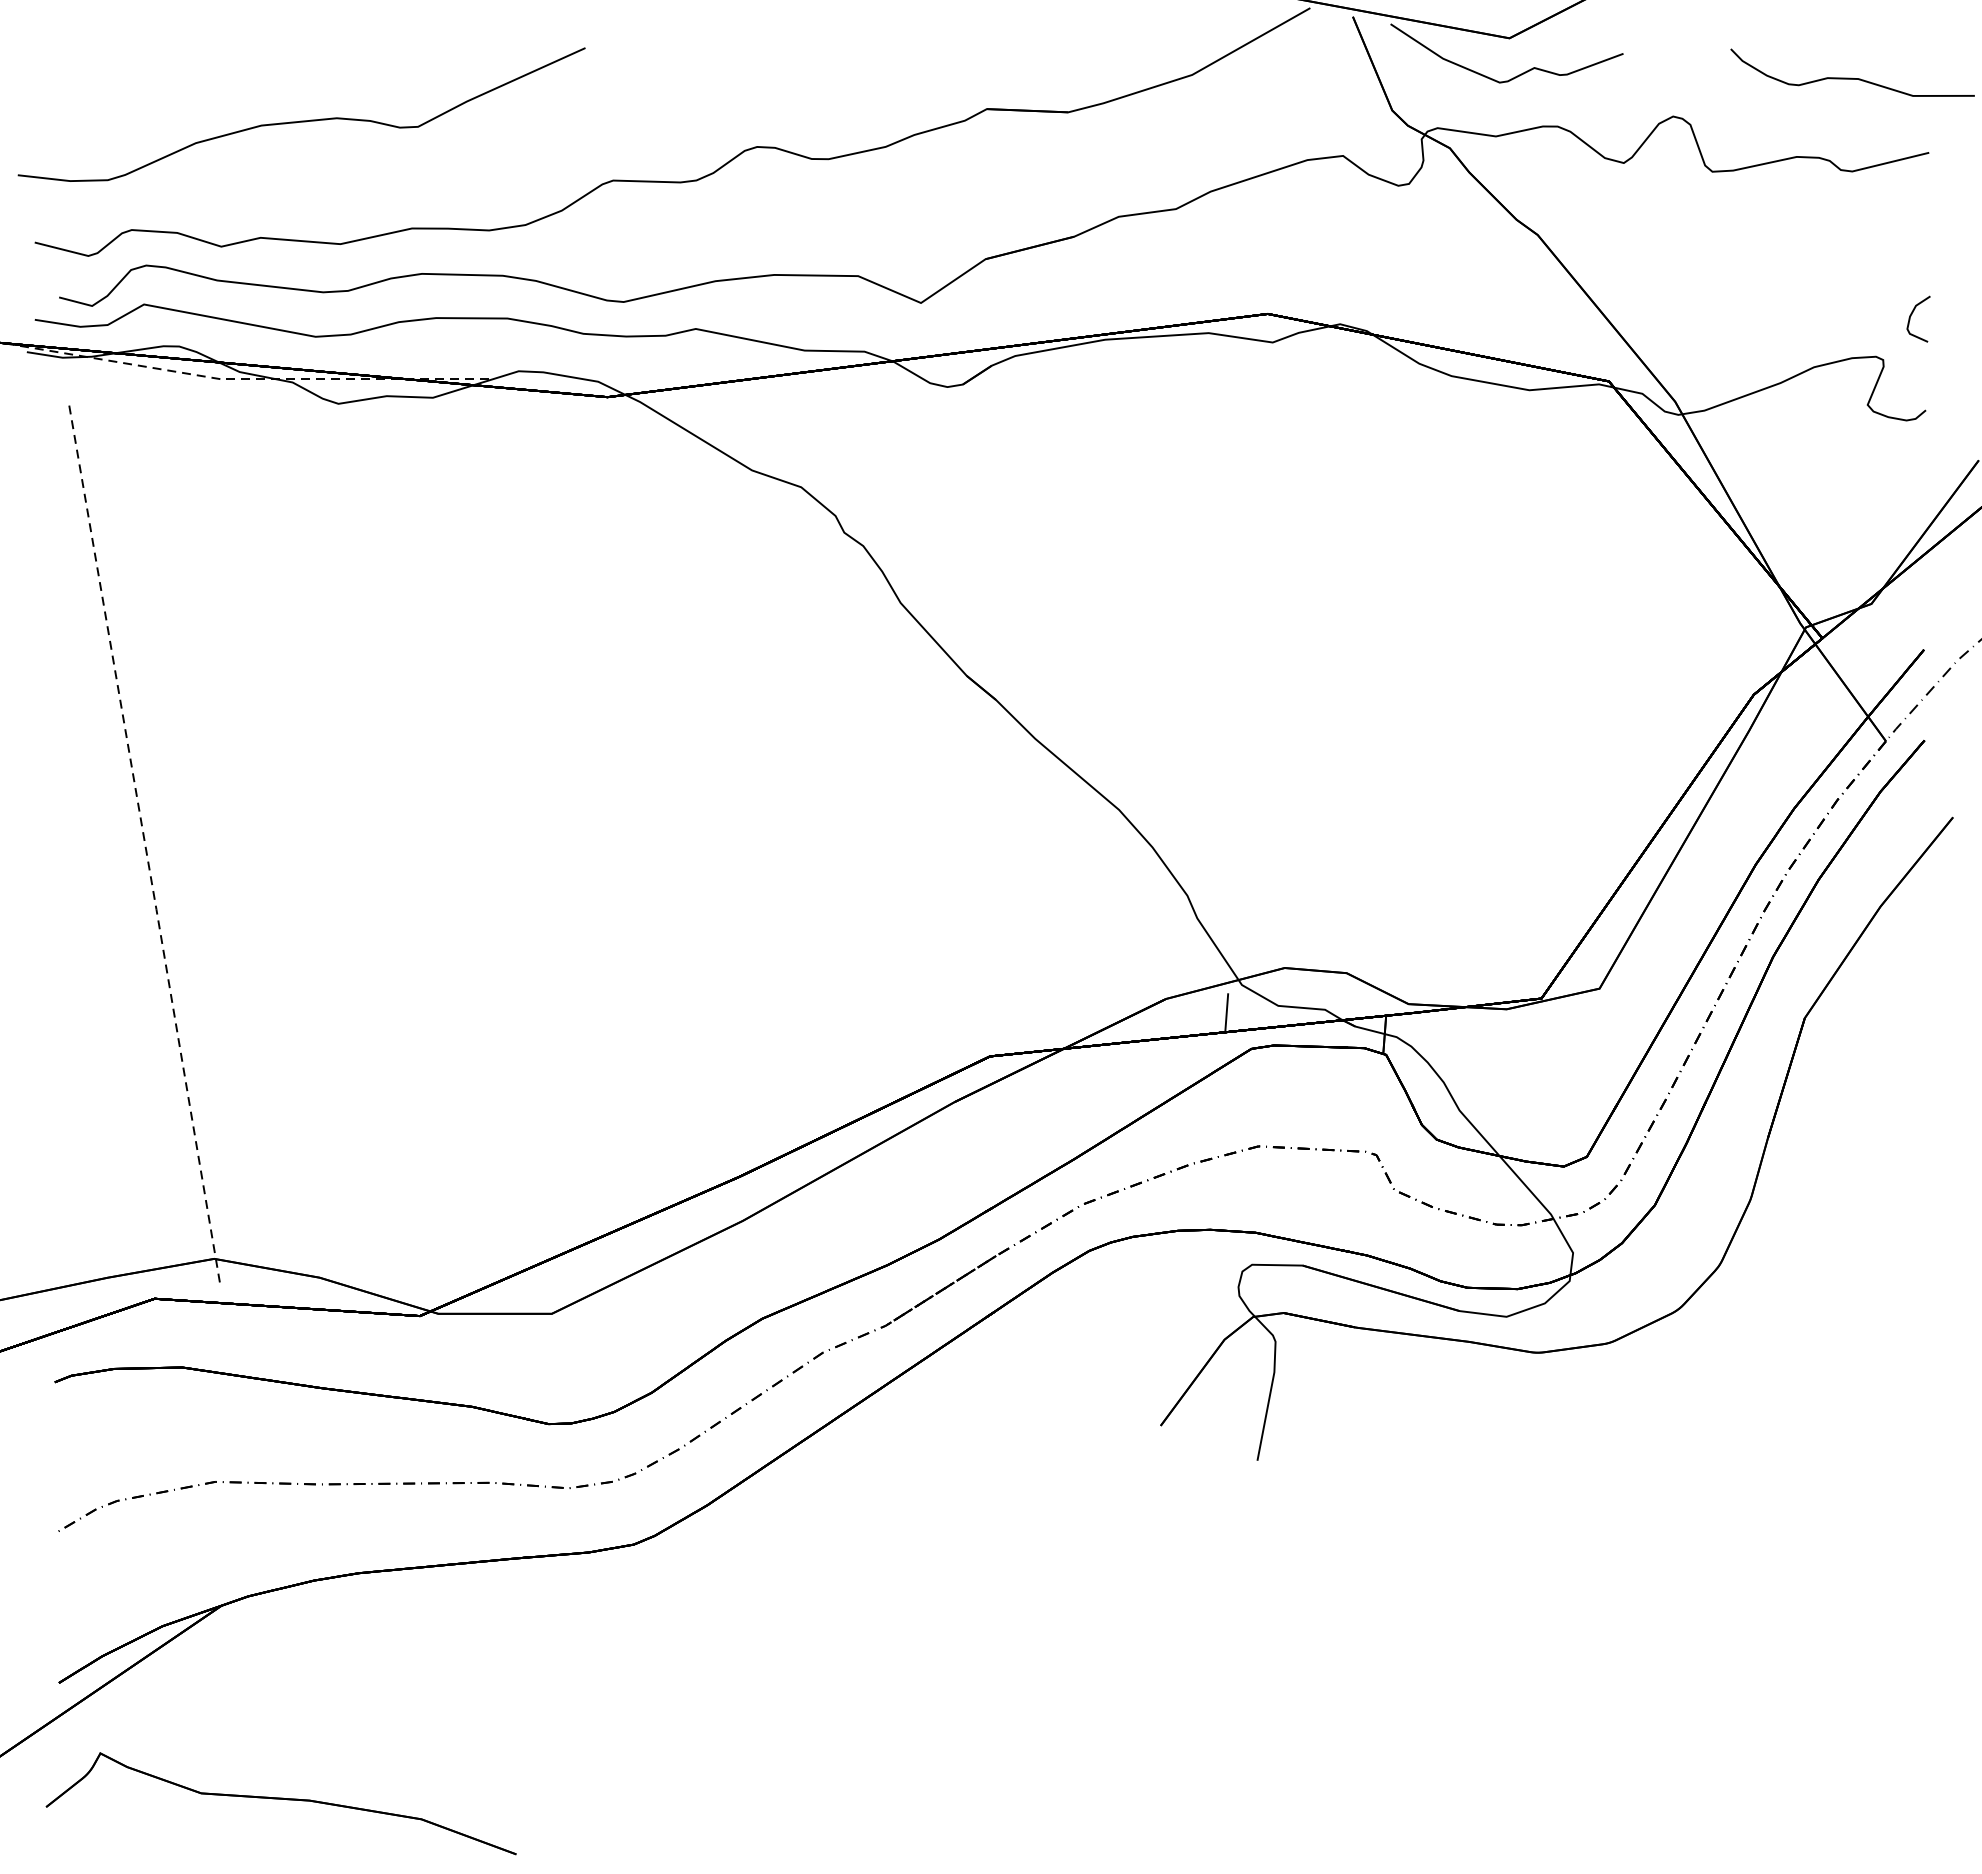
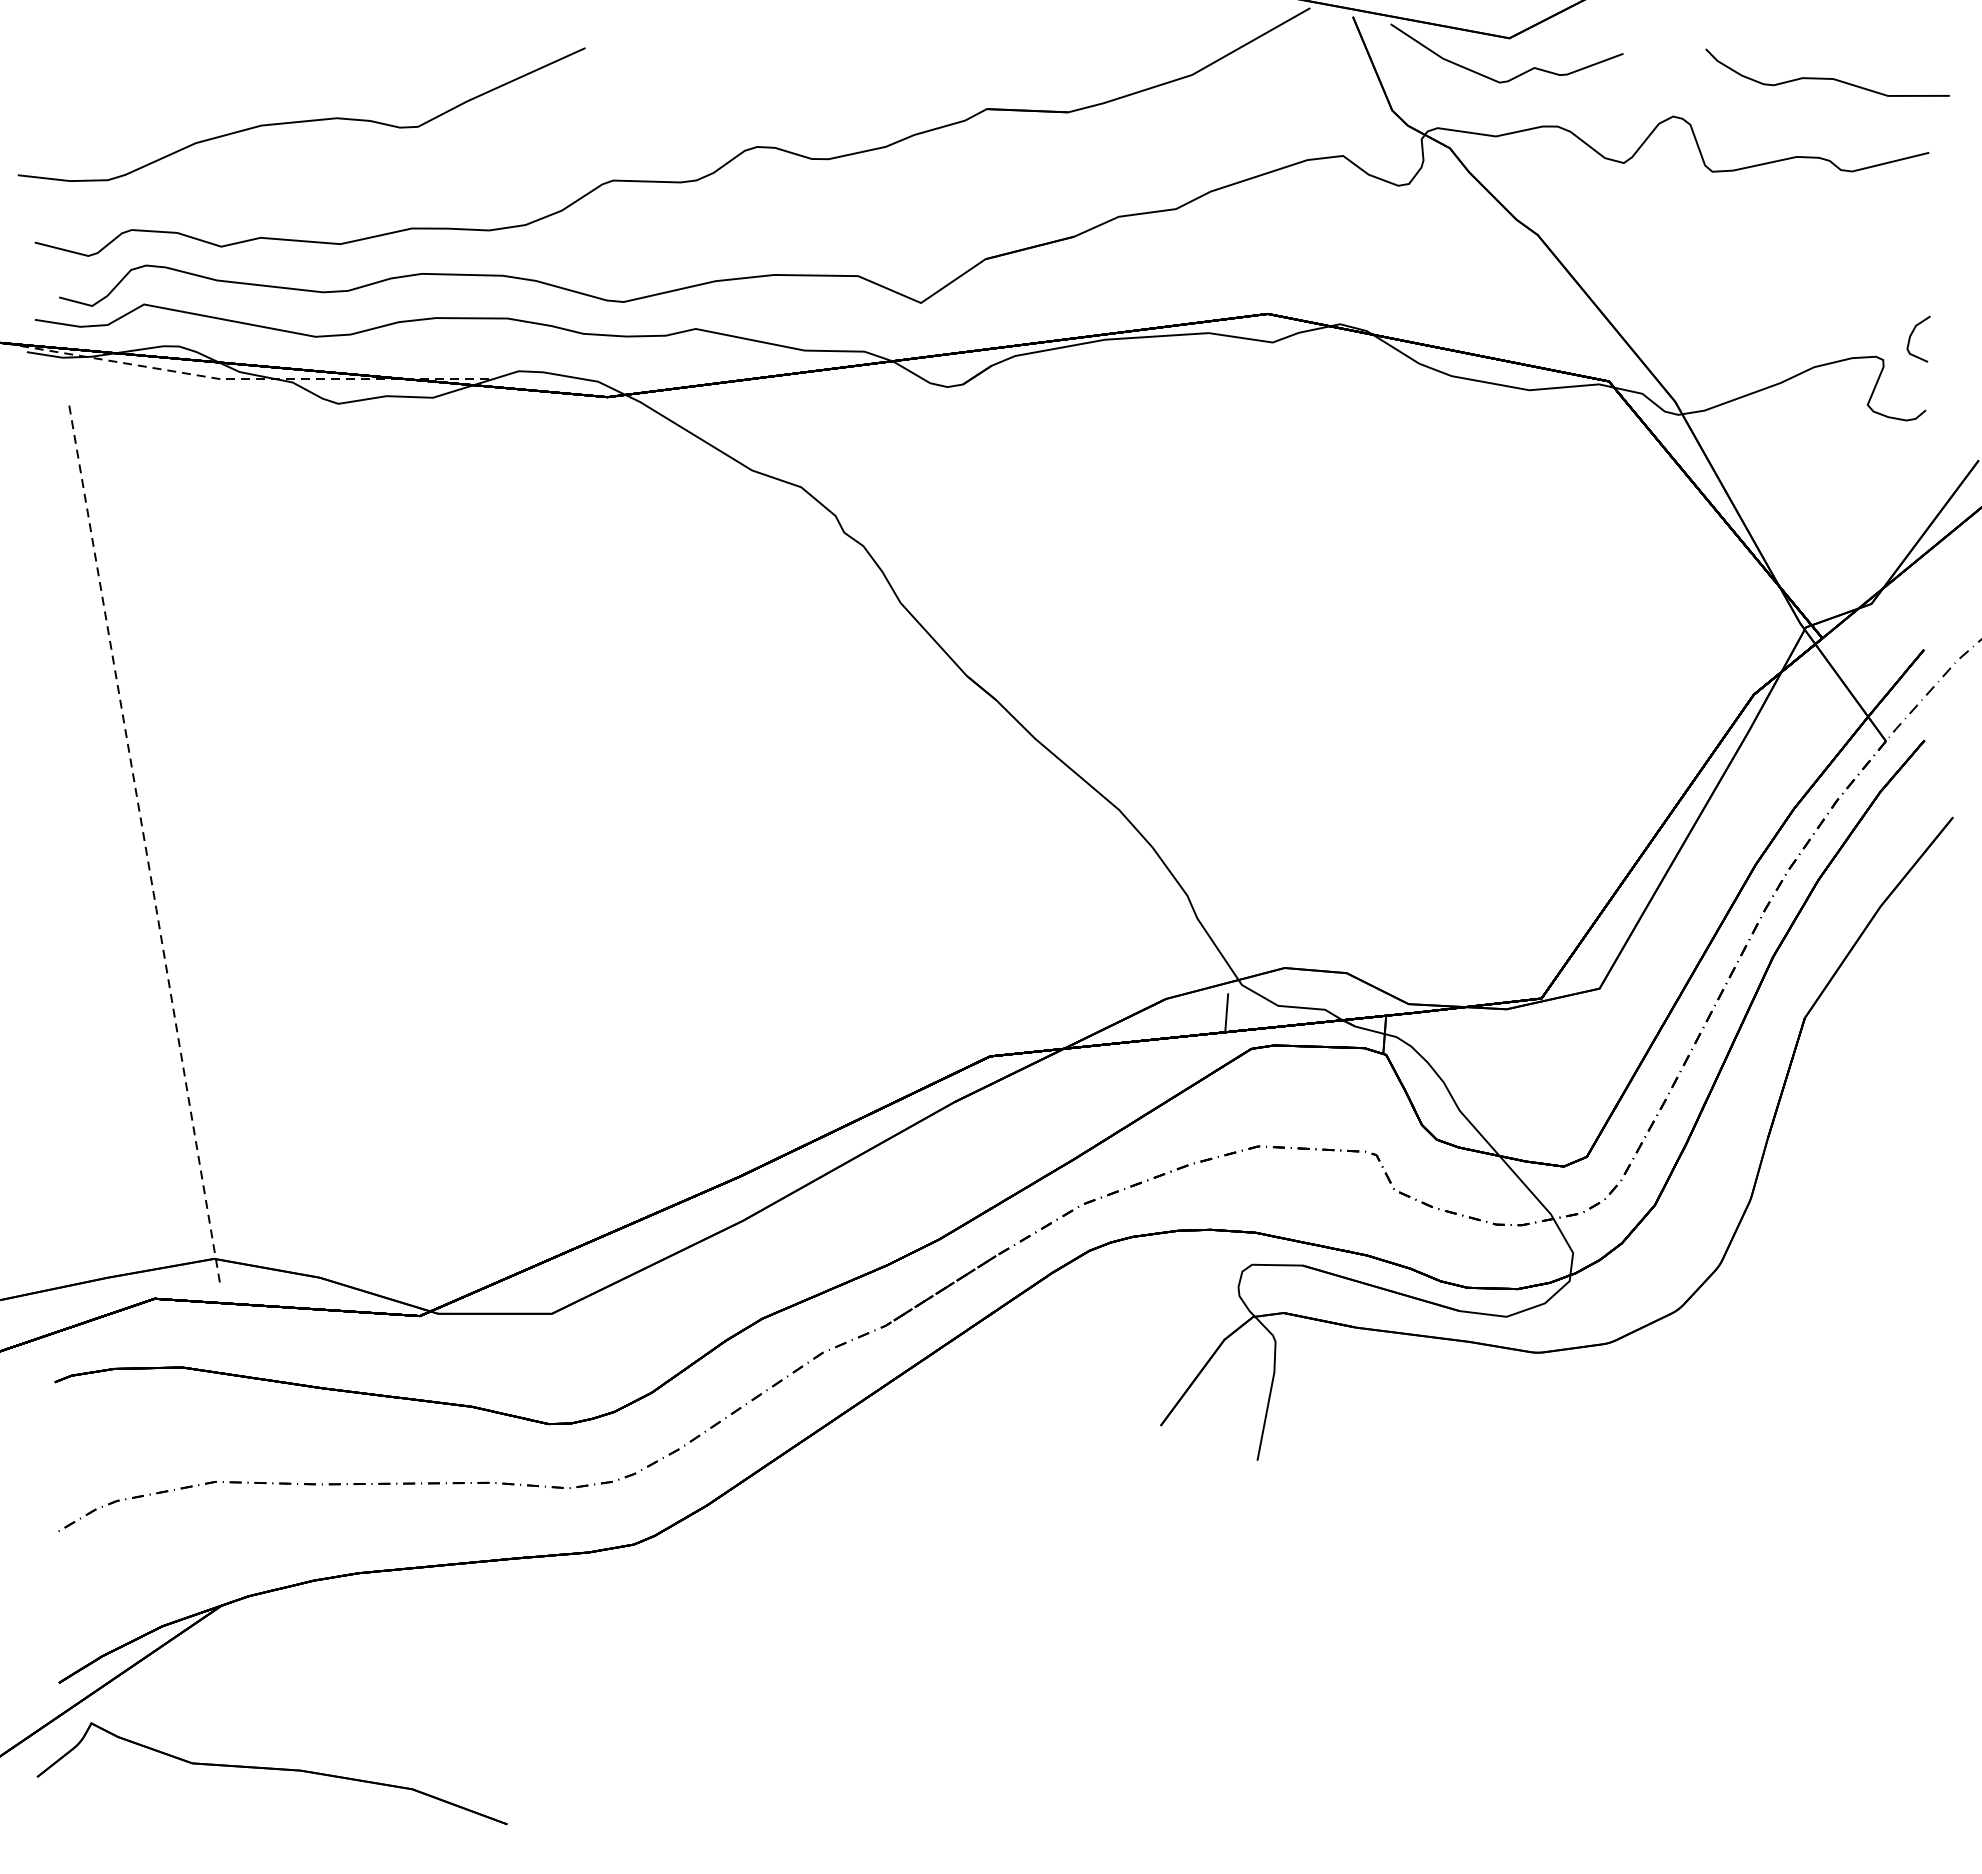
curve at (1851, 77) position: (1851, 77) -> (1826, 77)
curve at (1912, 314) position: (1912, 314) -> (1912, 334)
part at (280, 1803) position: (280, 1803) -> (271, 1773)
